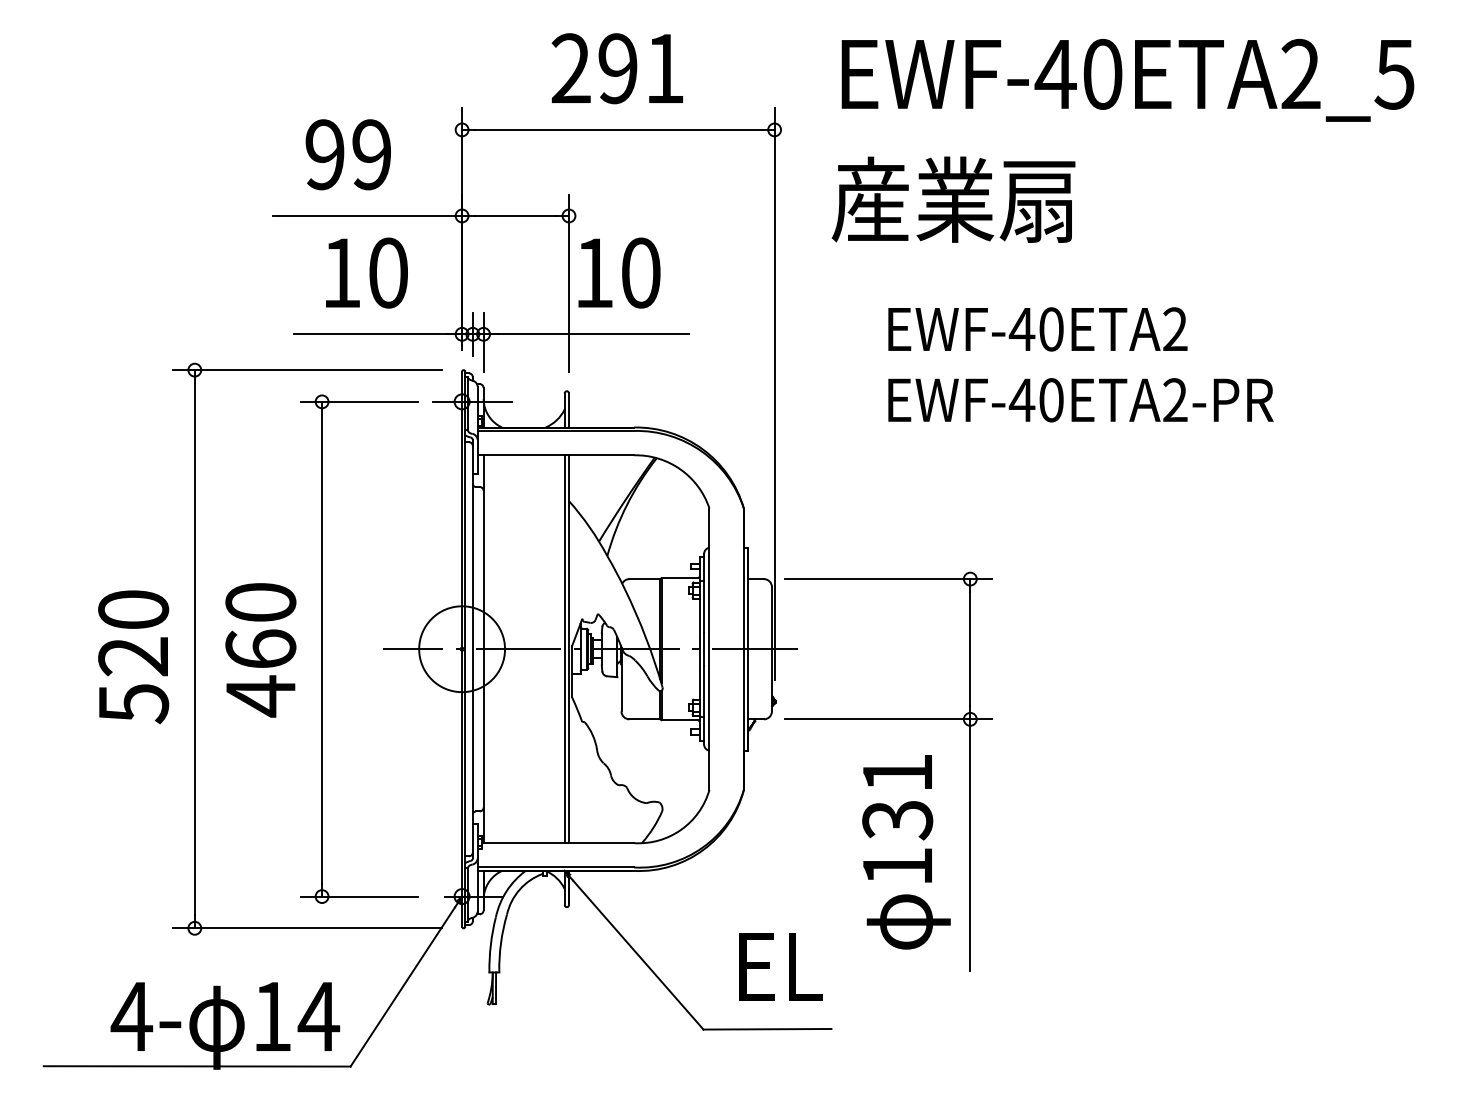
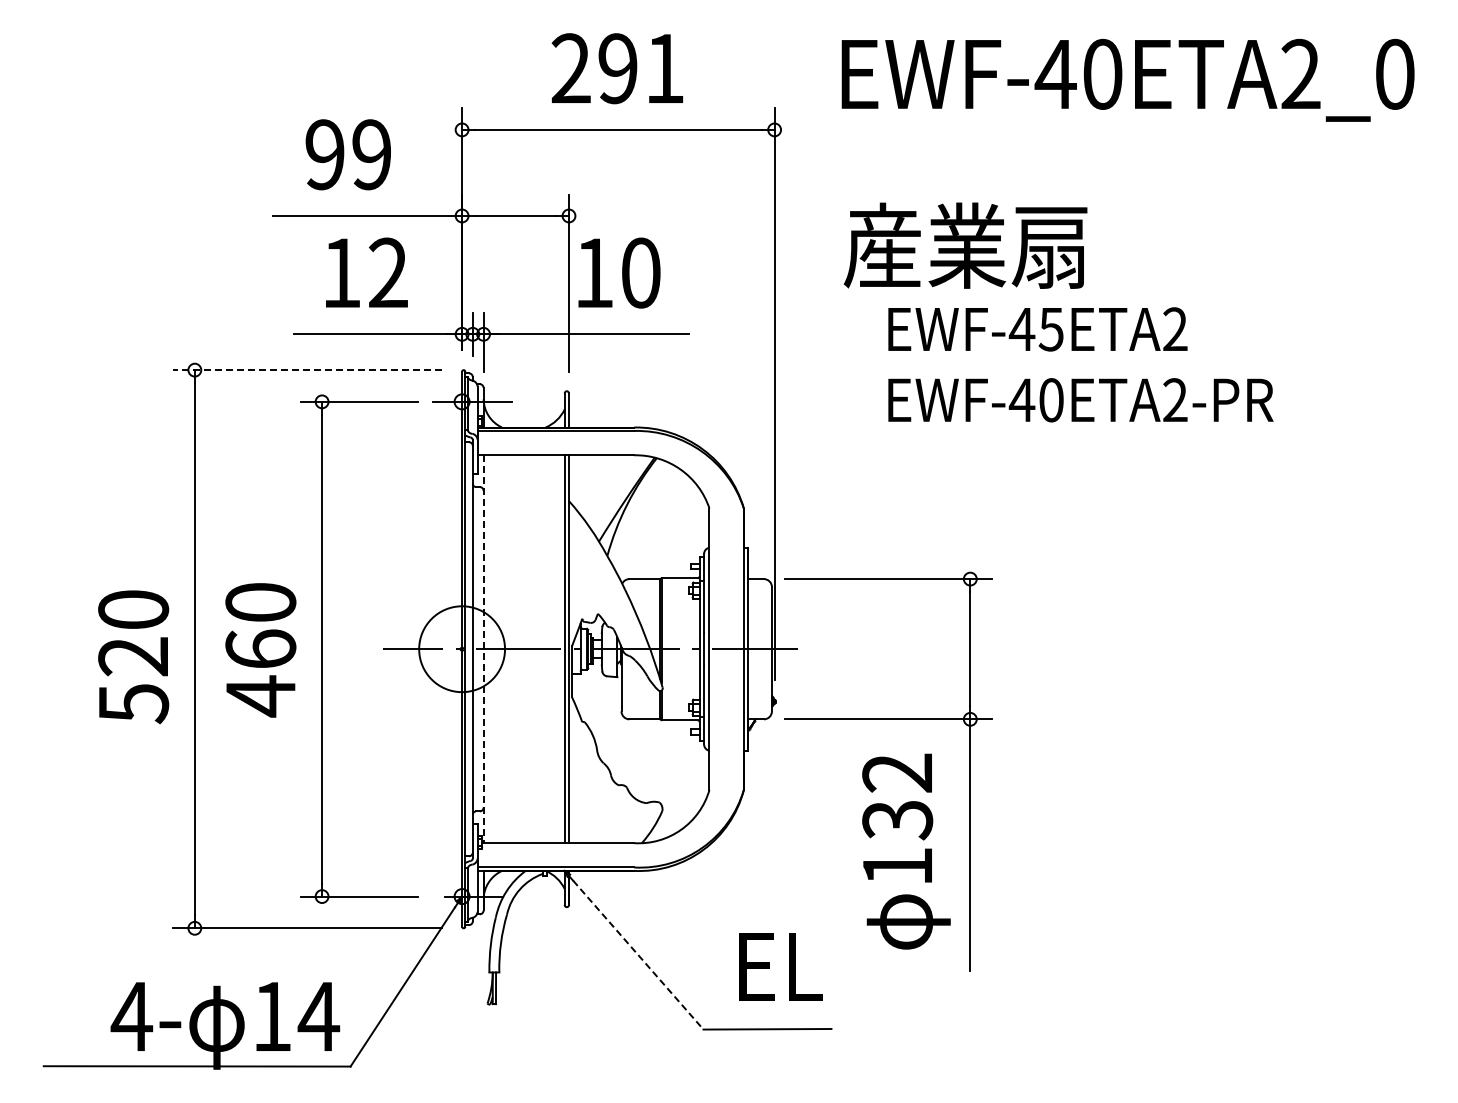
text at (1394, 73): EWF-40ETA2_5 -> EWF-40ETA2_0
text at (953, 199) position: (953, 199) -> (965, 245)
text at (388, 272): 10 -> 12
text at (1050, 329): EWF-40ETA2 -> EWF-45ETA2
line at (307, 370): solid -> dashed
line at (483, 649): solid -> dashed
text at (896, 772): 131 -> 132
line at (638, 955): solid -> dashed
